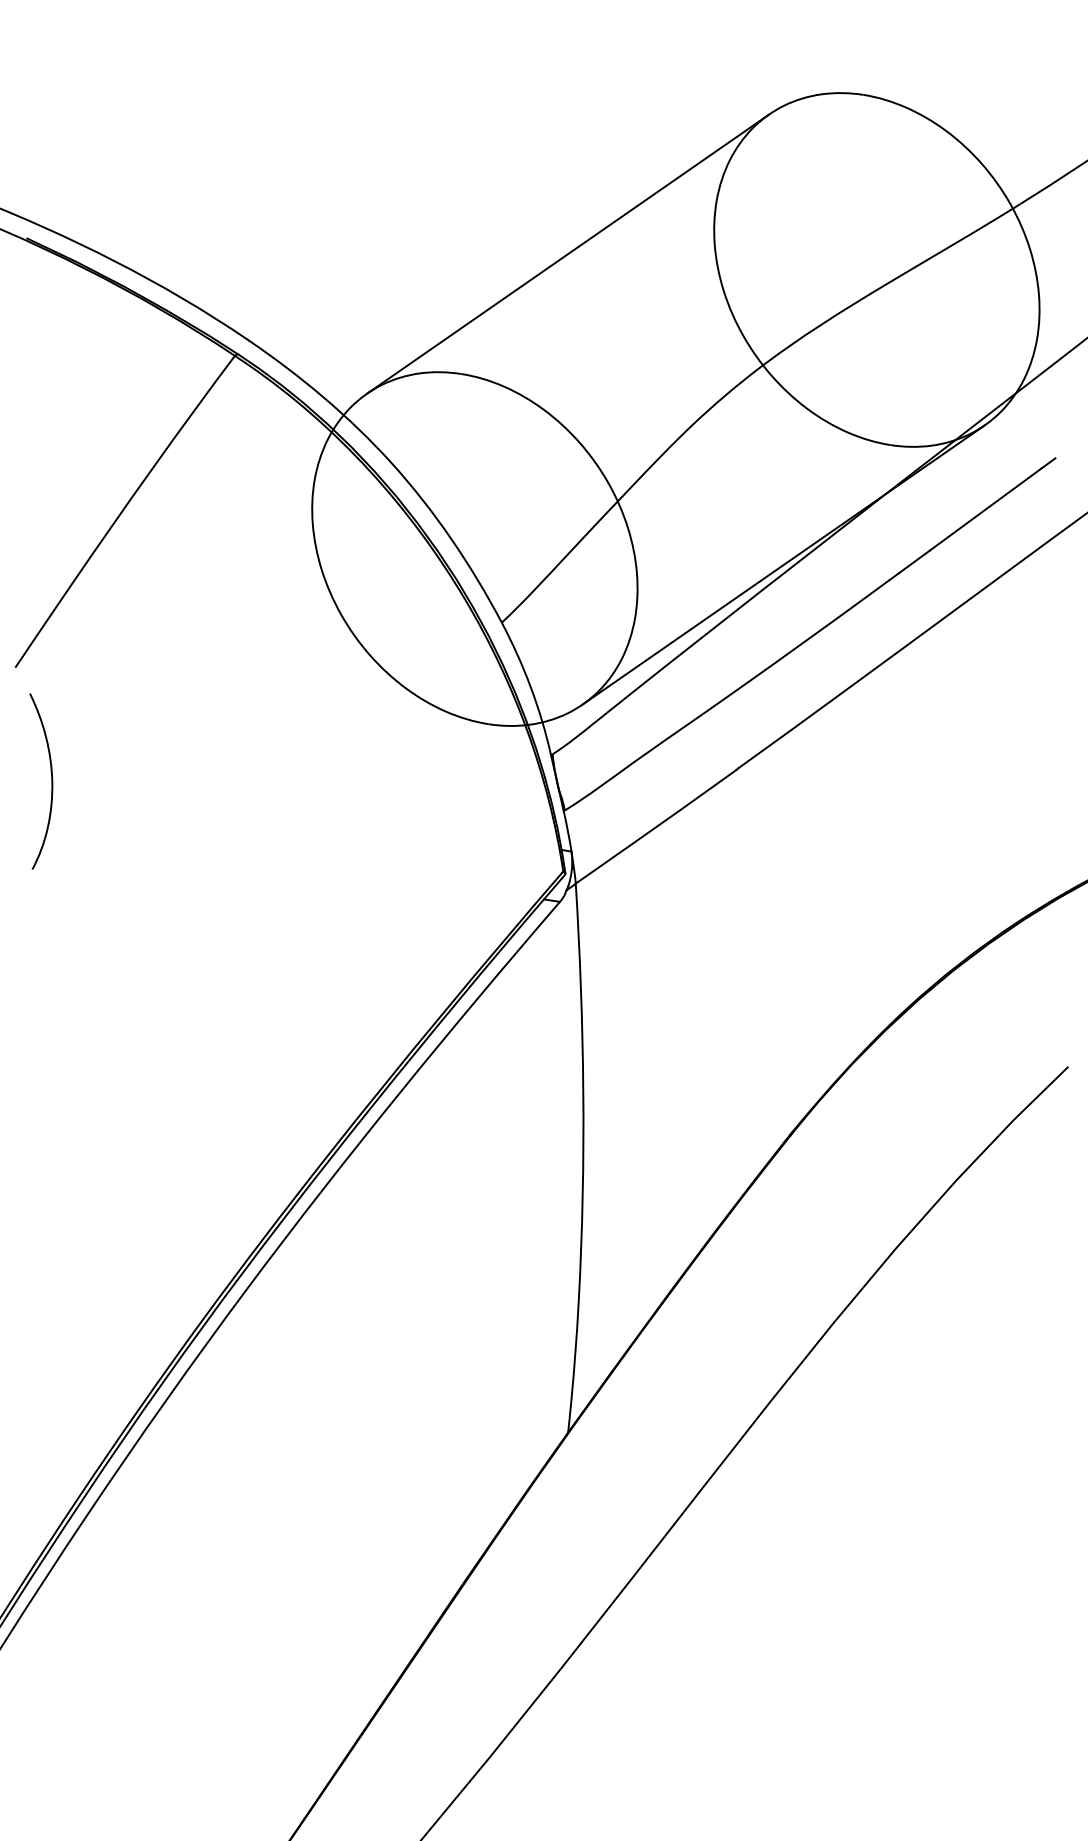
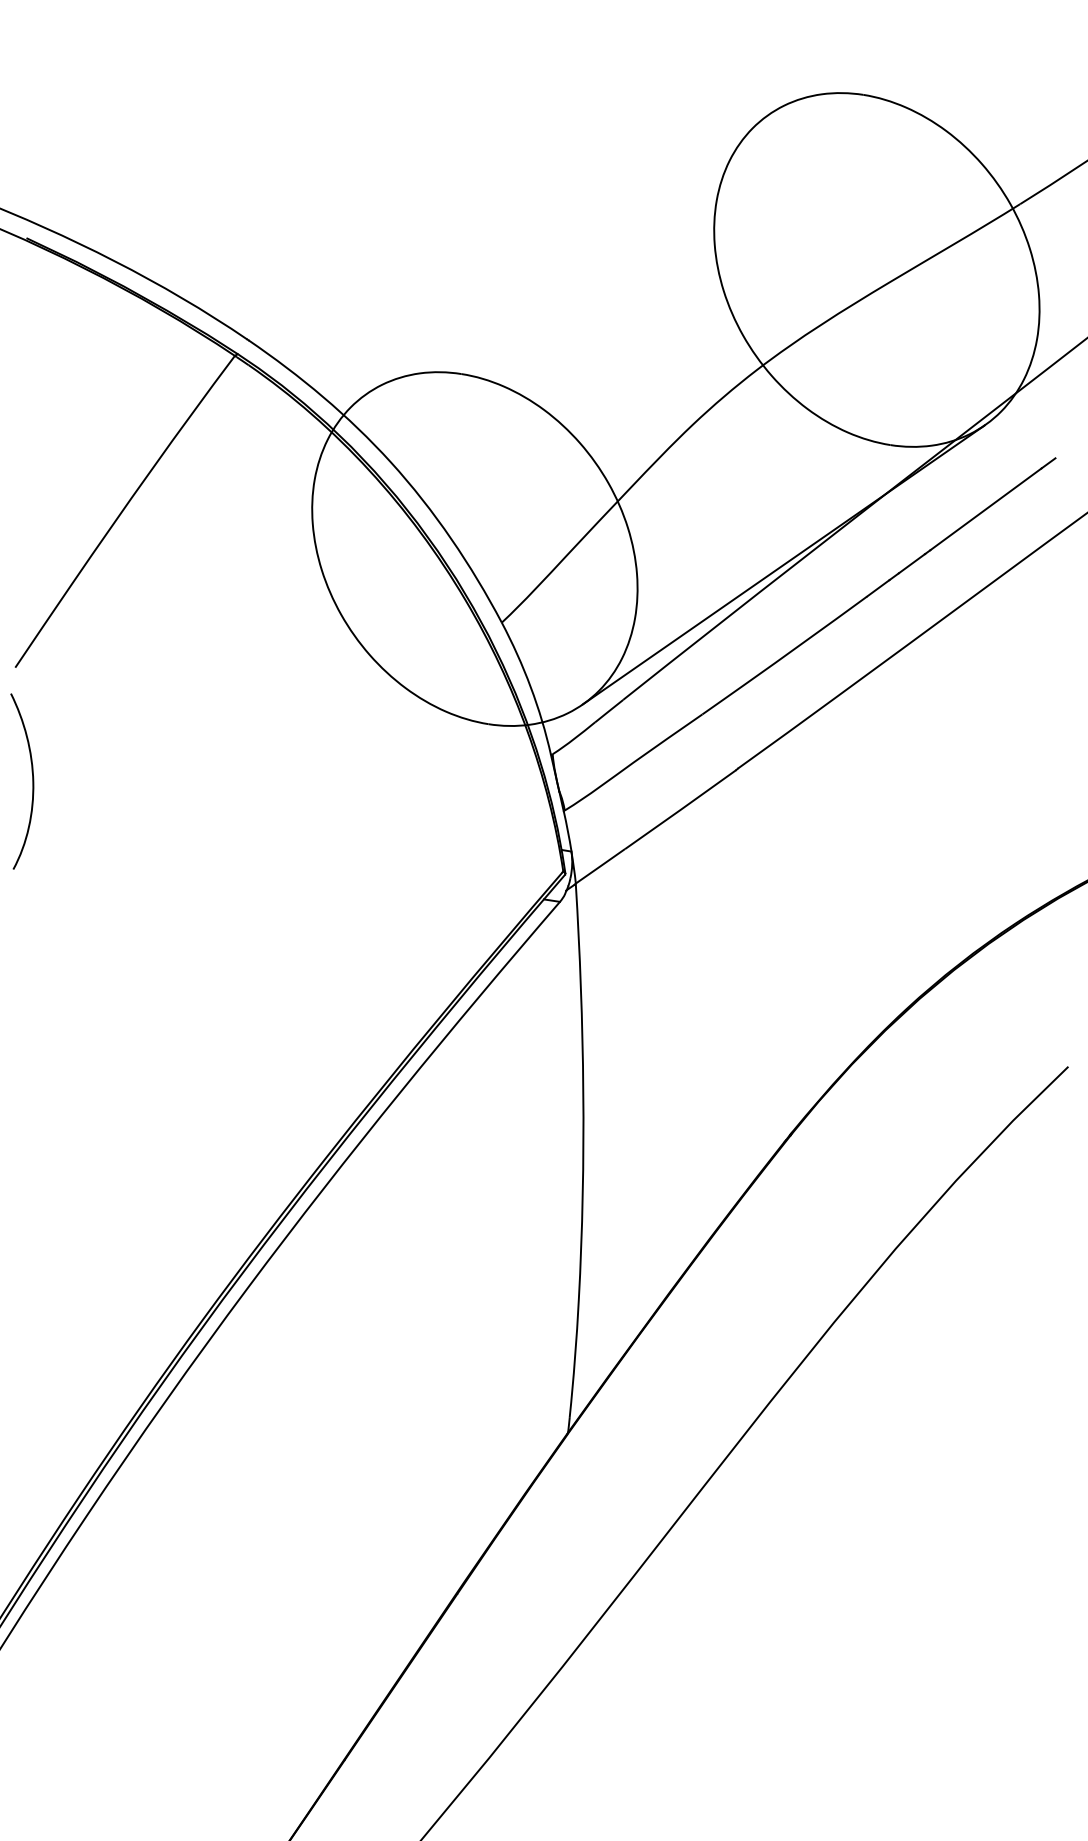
line at (568, 253): present -> none
curve at (51, 781) position: (51, 781) -> (32, 781)
